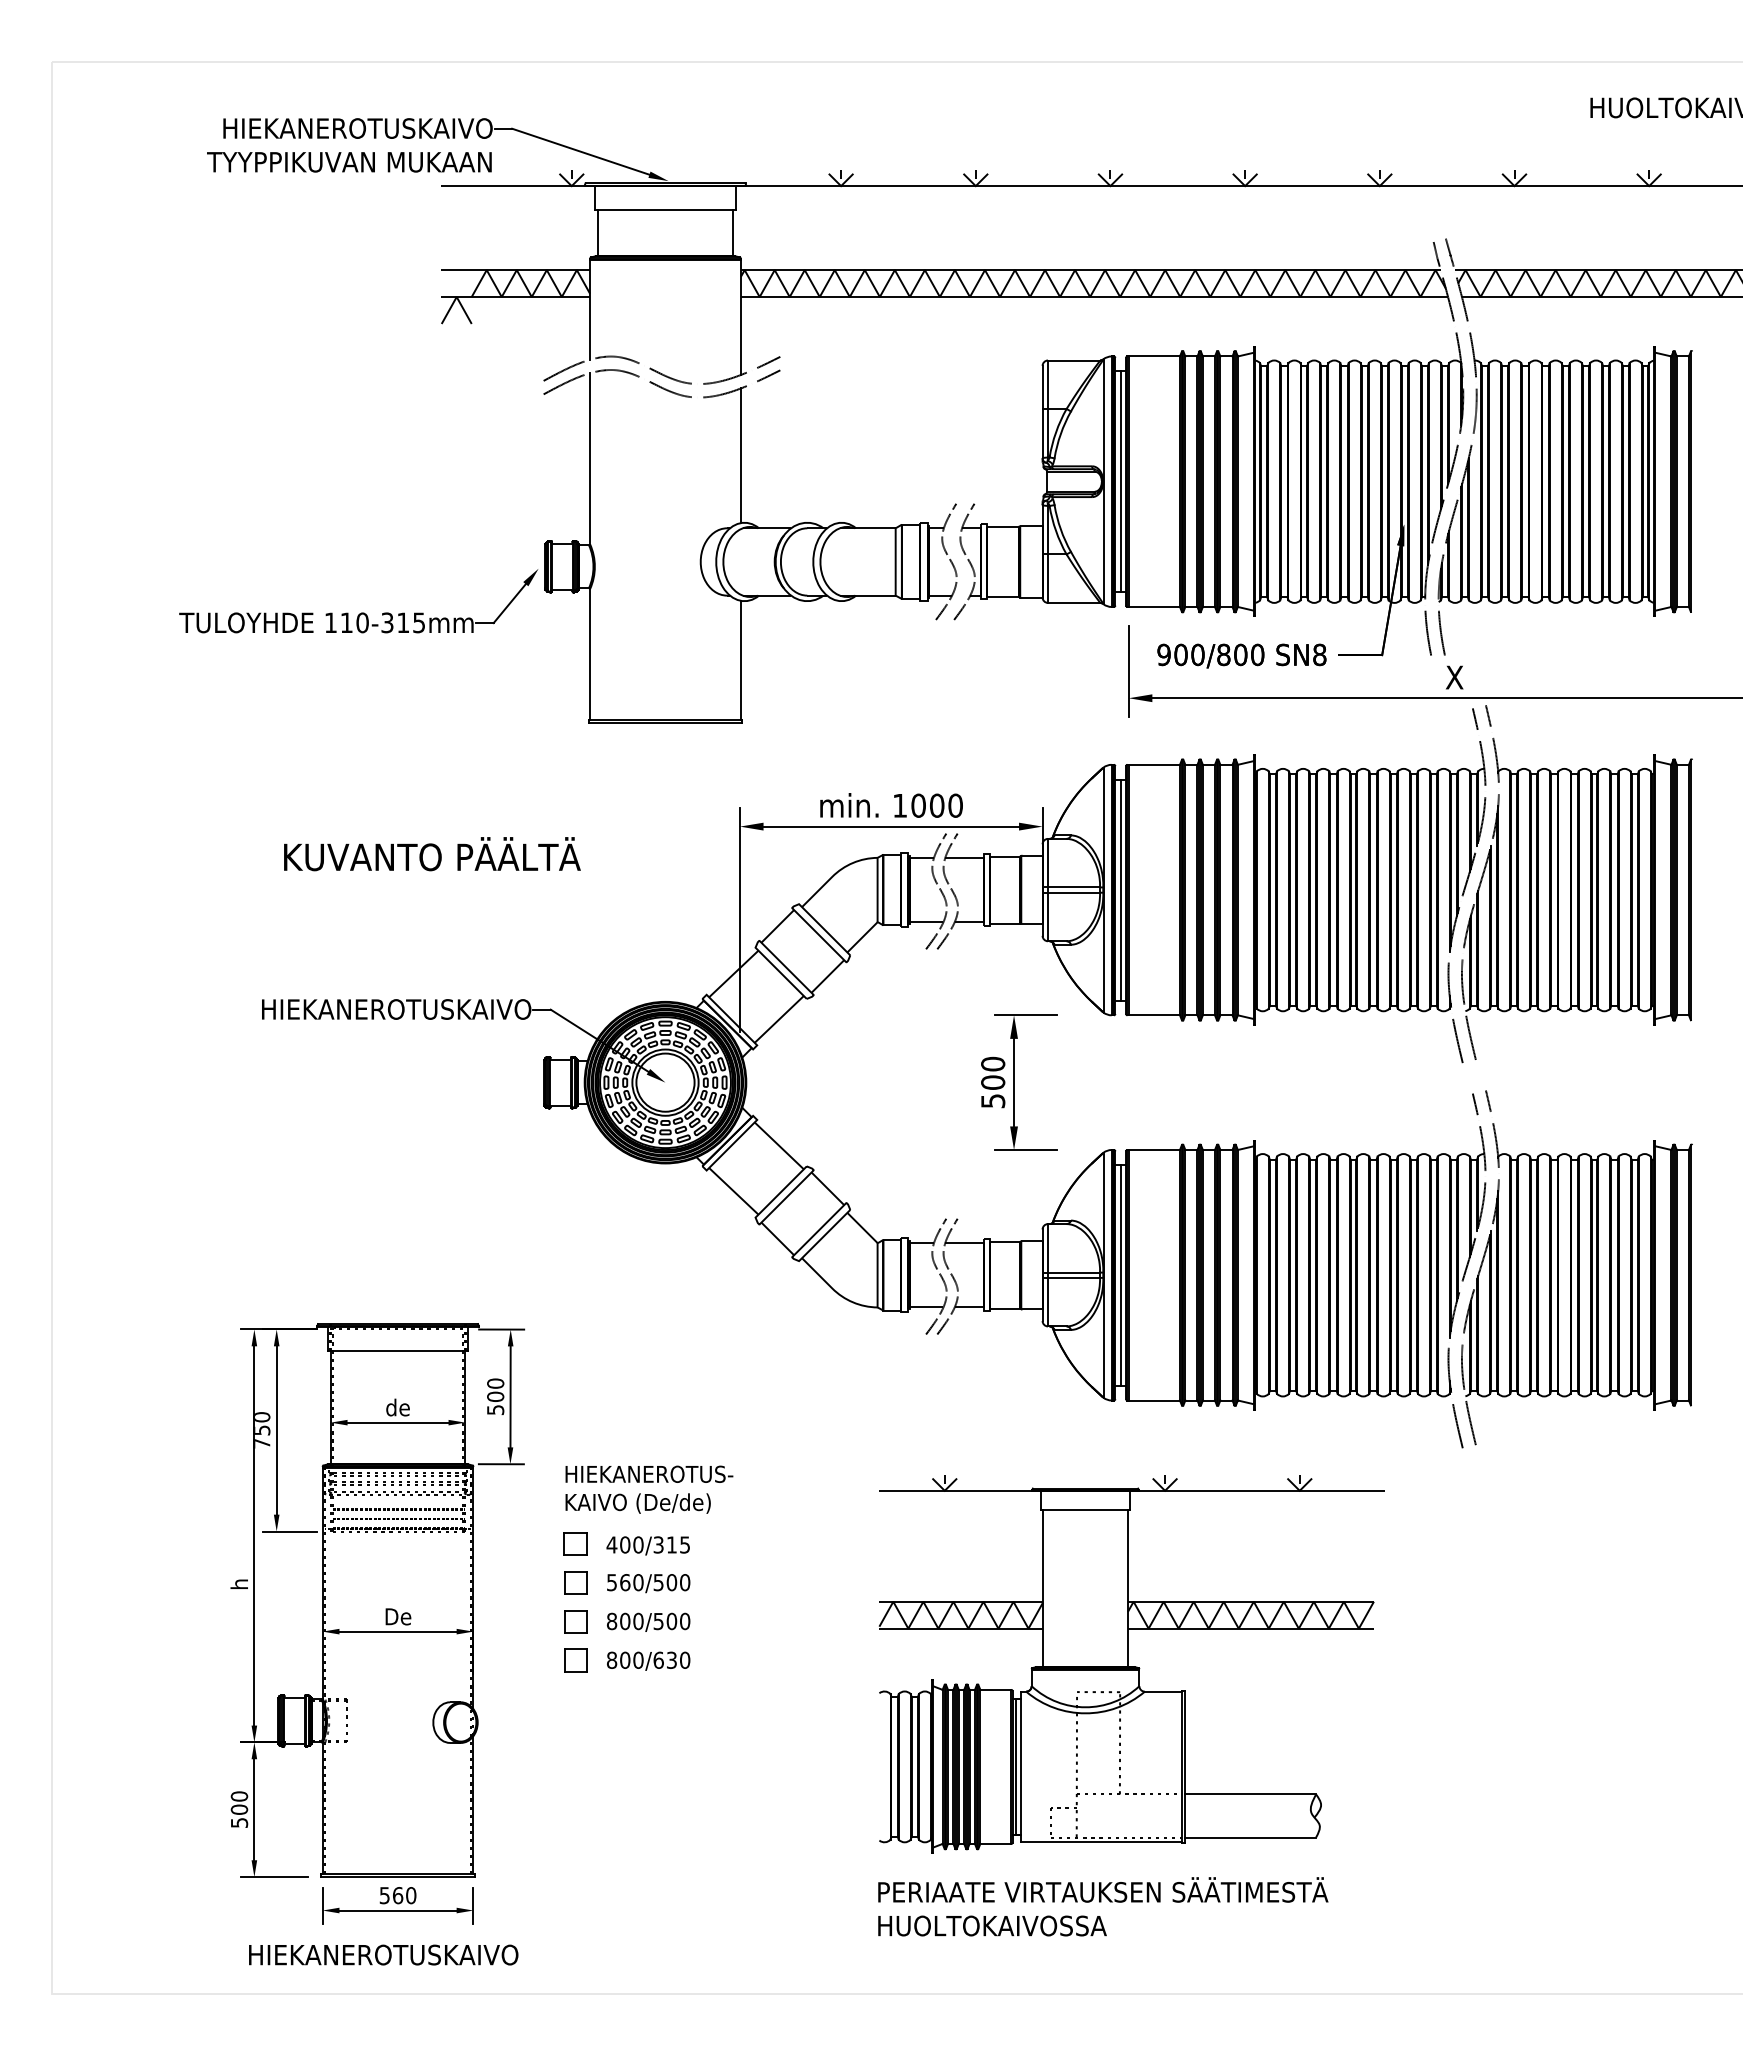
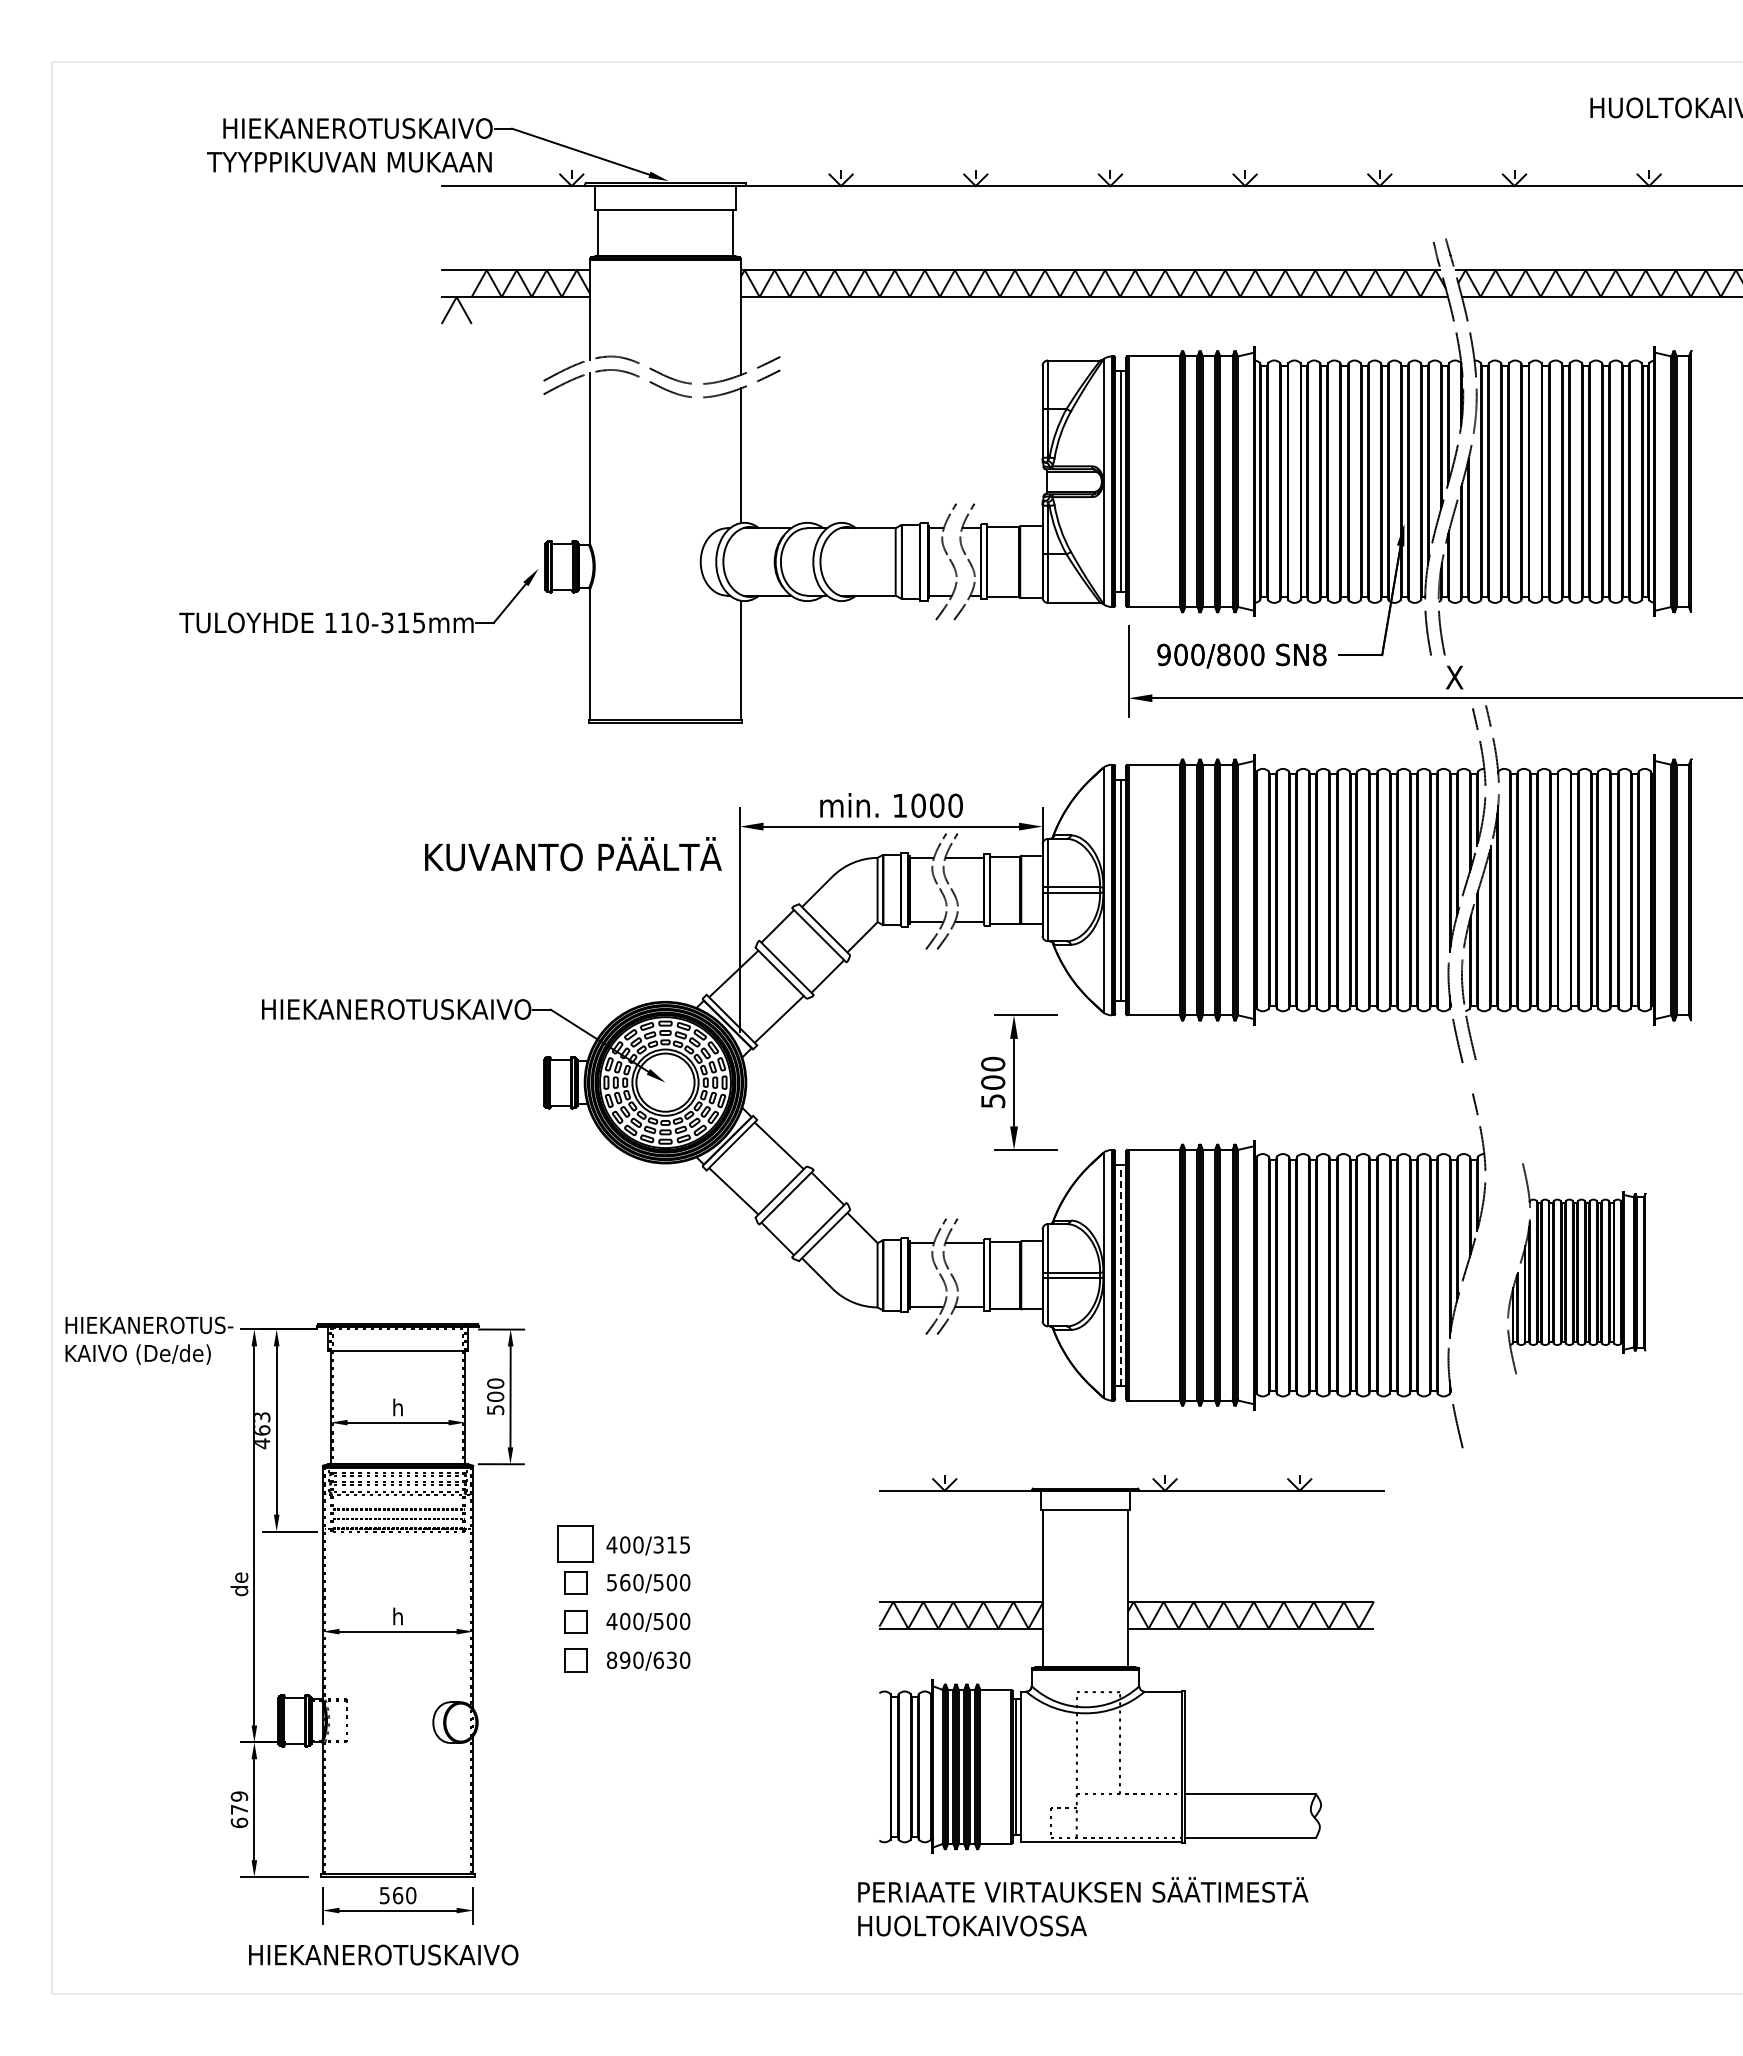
text at (432, 854) position: (432, 854) -> (573, 854)
part at (1576, 1267) size: 232x356 px -> 140x212 px
line at (1120, 1274): solid -> dashed
text at (397, 1407): de -> h
text at (262, 1430): 750 -> 463
text at (649, 1489) position: (649, 1489) -> (149, 1340)
part at (575, 1543) size: 25x24 px -> 37x38 px
text at (239, 1584): h -> de
text at (398, 1616): De -> h
text at (611, 1621): 800/500 -> 400/500
text at (625, 1660): 800/630 -> 890/630
text at (239, 1809): 500 -> 679
text at (1103, 1906) position: (1103, 1906) -> (1083, 1906)
